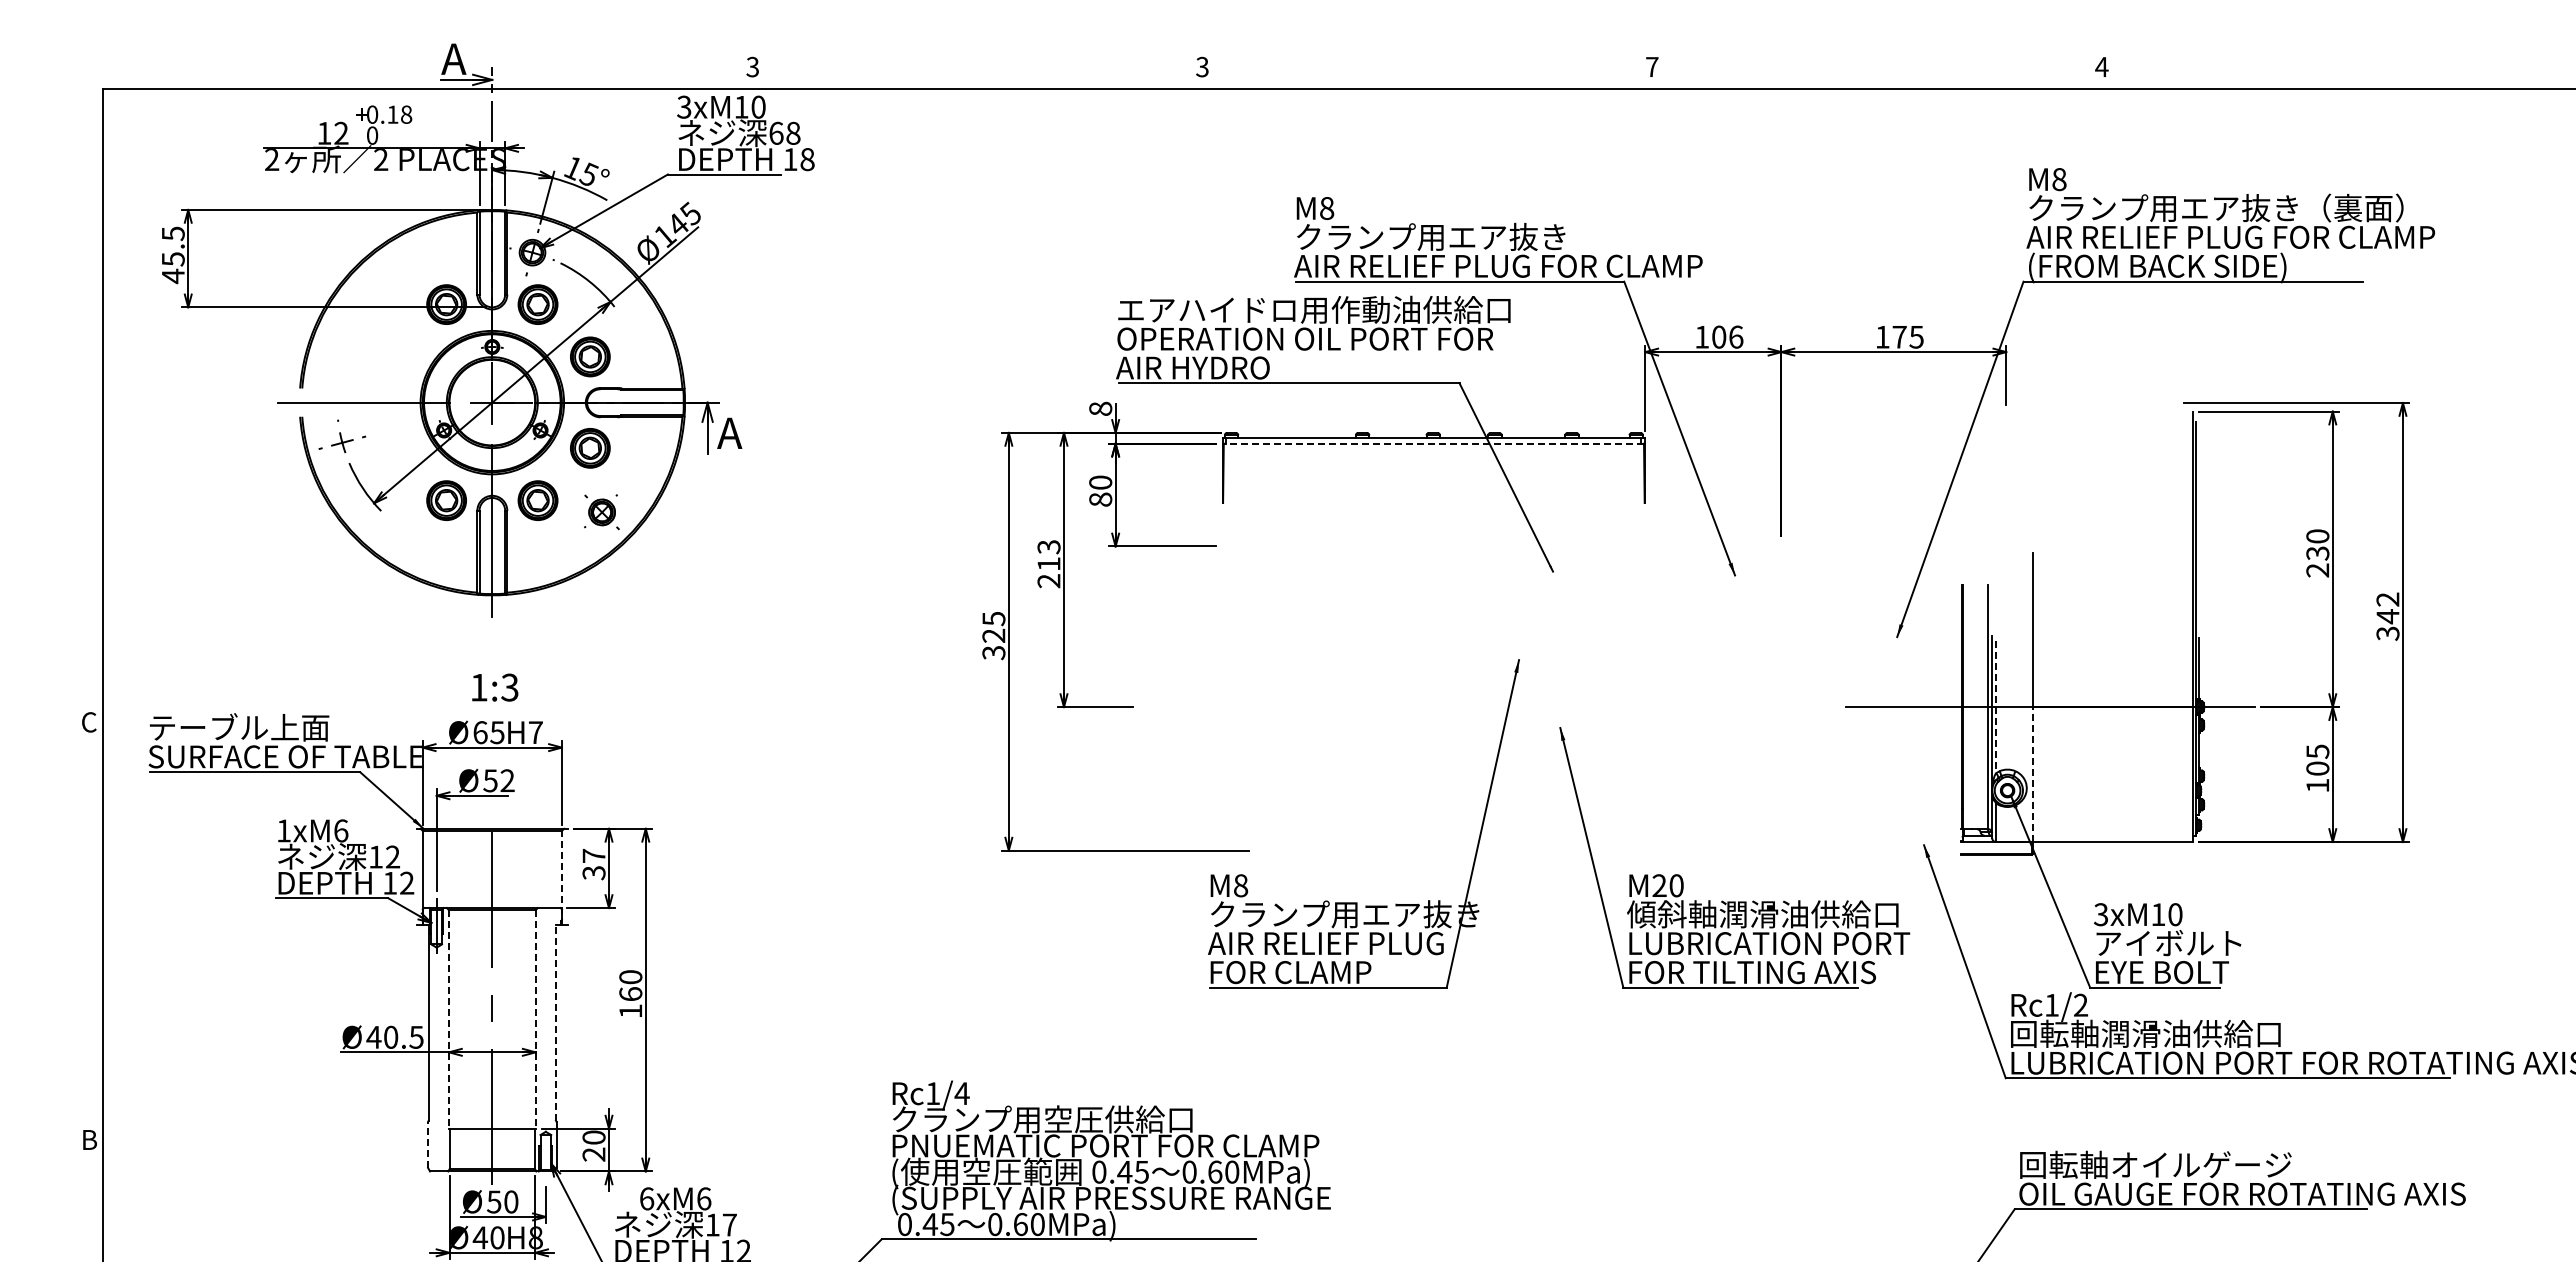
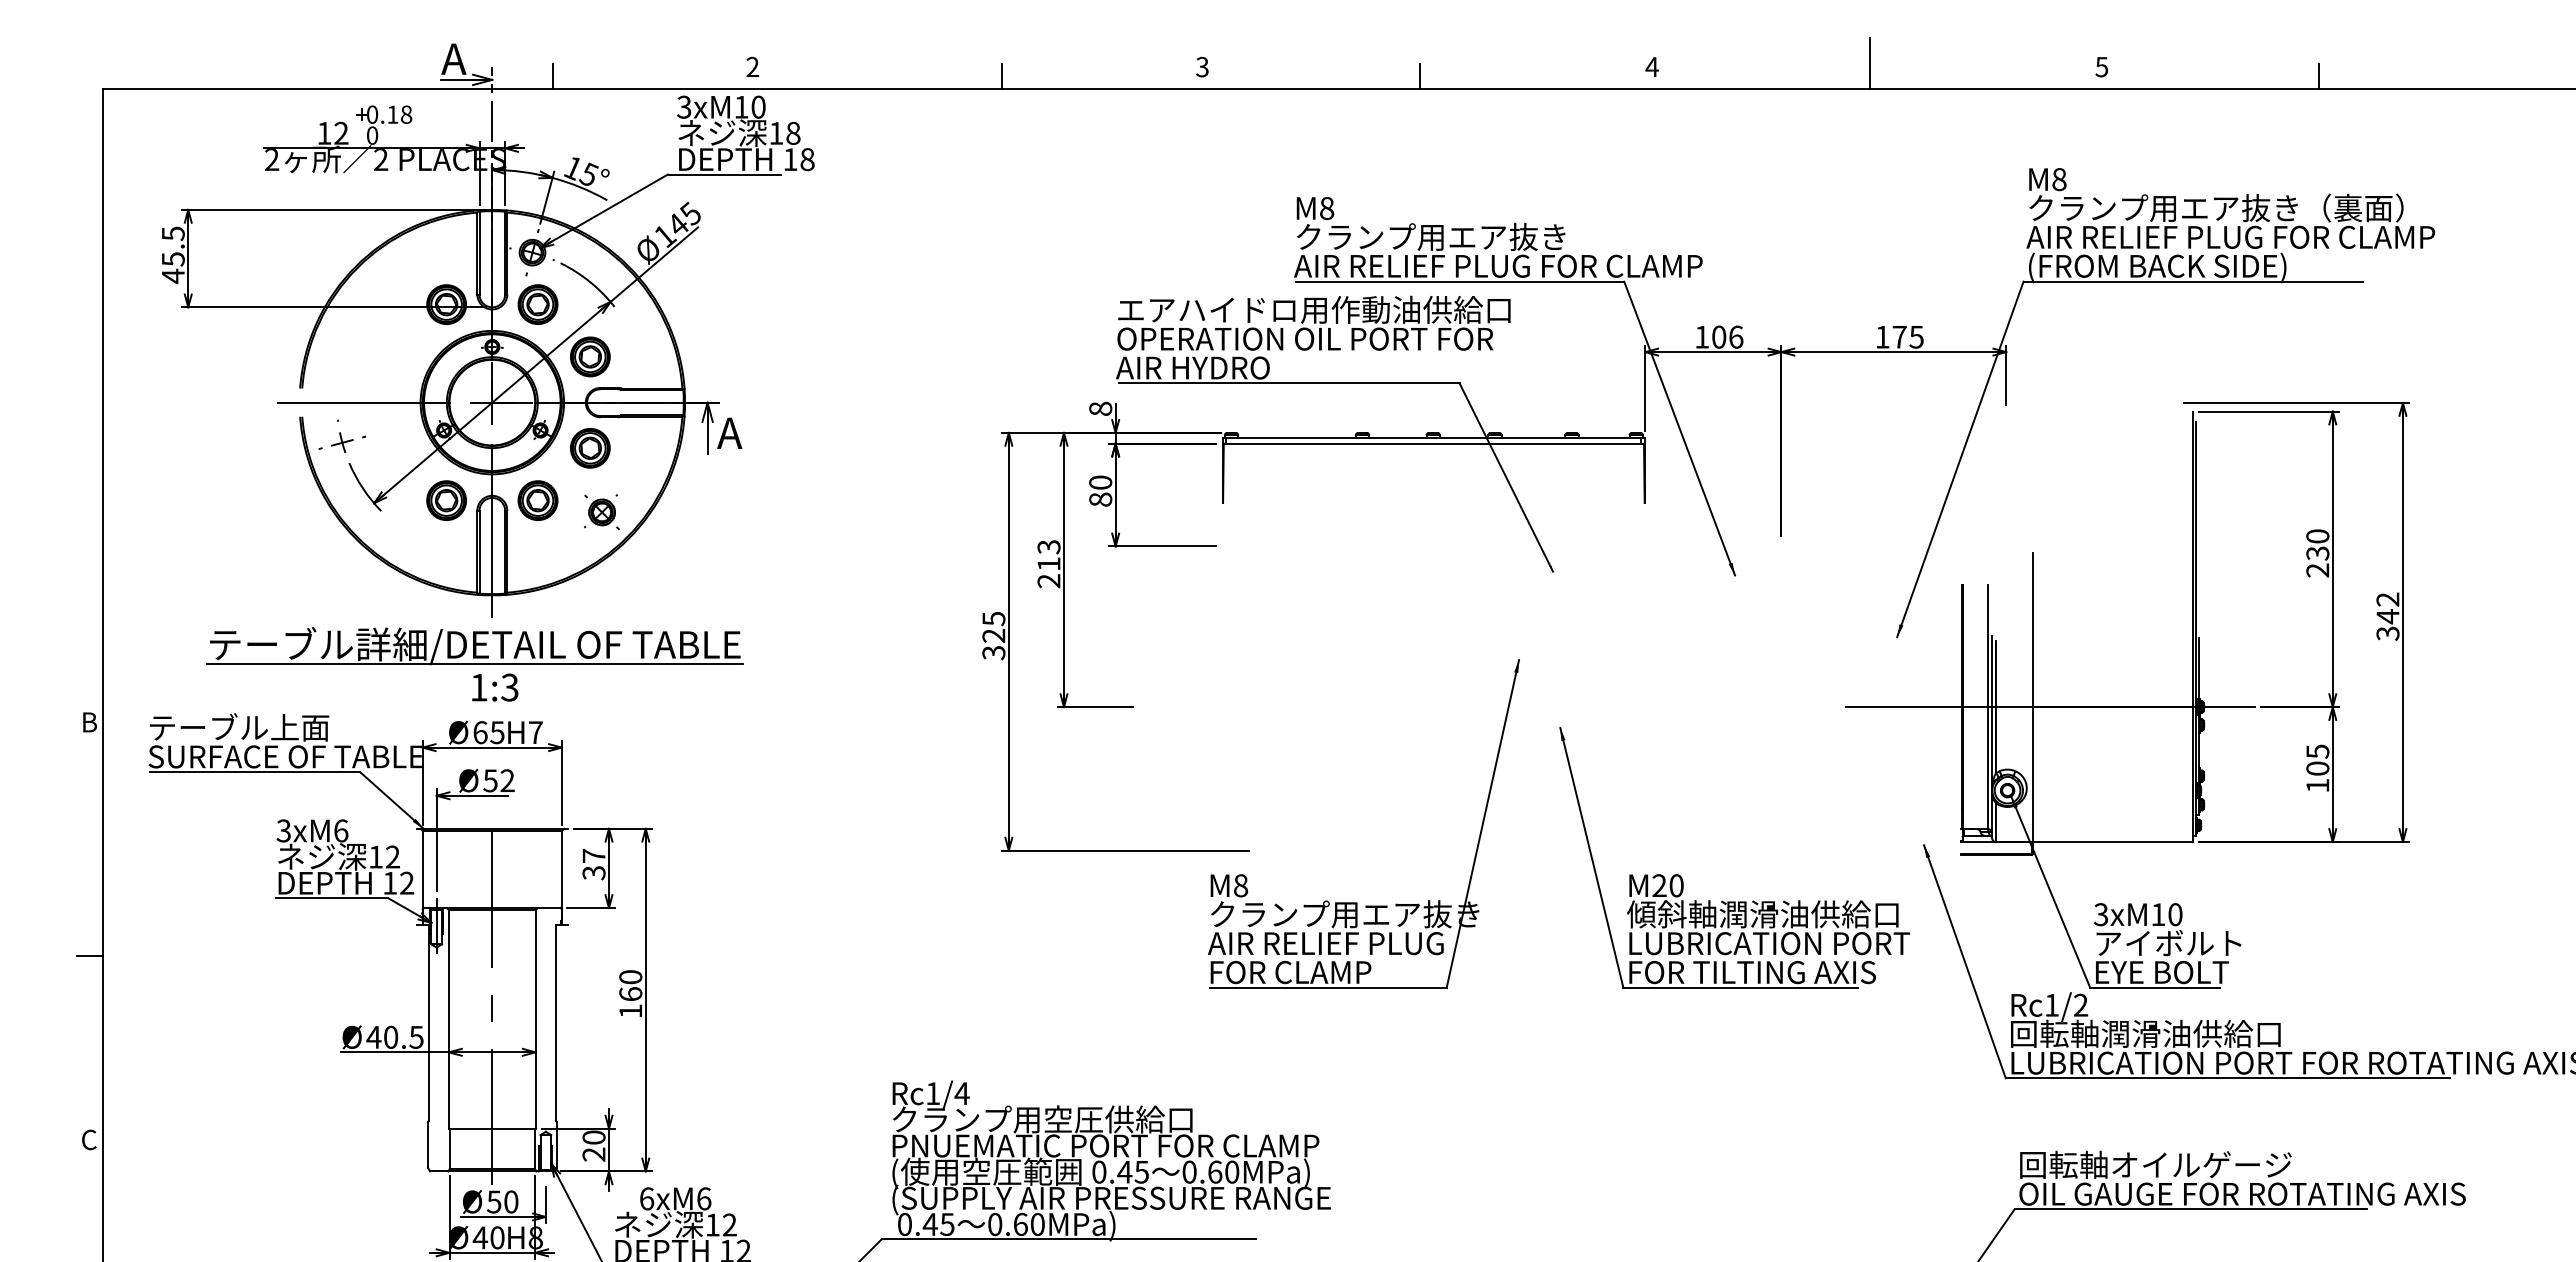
line at (1869, 63): none -> present
text at (1651, 66): 7 -> 4
text at (752, 67): 3 -> 2
text at (2101, 67): 4 -> 5
line at (552, 76): none -> present
line at (1002, 76): none -> present
line at (1419, 76): none -> present
line at (2319, 76): none -> present
text at (776, 132): 68 -> 18
line at (1433, 443): dashed -> solid
part at (474, 646): none -> present
line at (1996, 707): dashed -> solid
text at (89, 722): C -> B
line at (2033, 774): dashed -> solid
text at (283, 830): 1xM6 -> 3xM6
line at (561, 877): dashed -> solid
line at (89, 956): none -> present
line at (448, 1019): dashed -> solid
line at (535, 1019): dashed -> solid
line at (555, 1022): dashed -> solid
text at (89, 1139): B -> C
line at (428, 1144): dashed -> solid
text at (729, 1224): 17 -> 12
